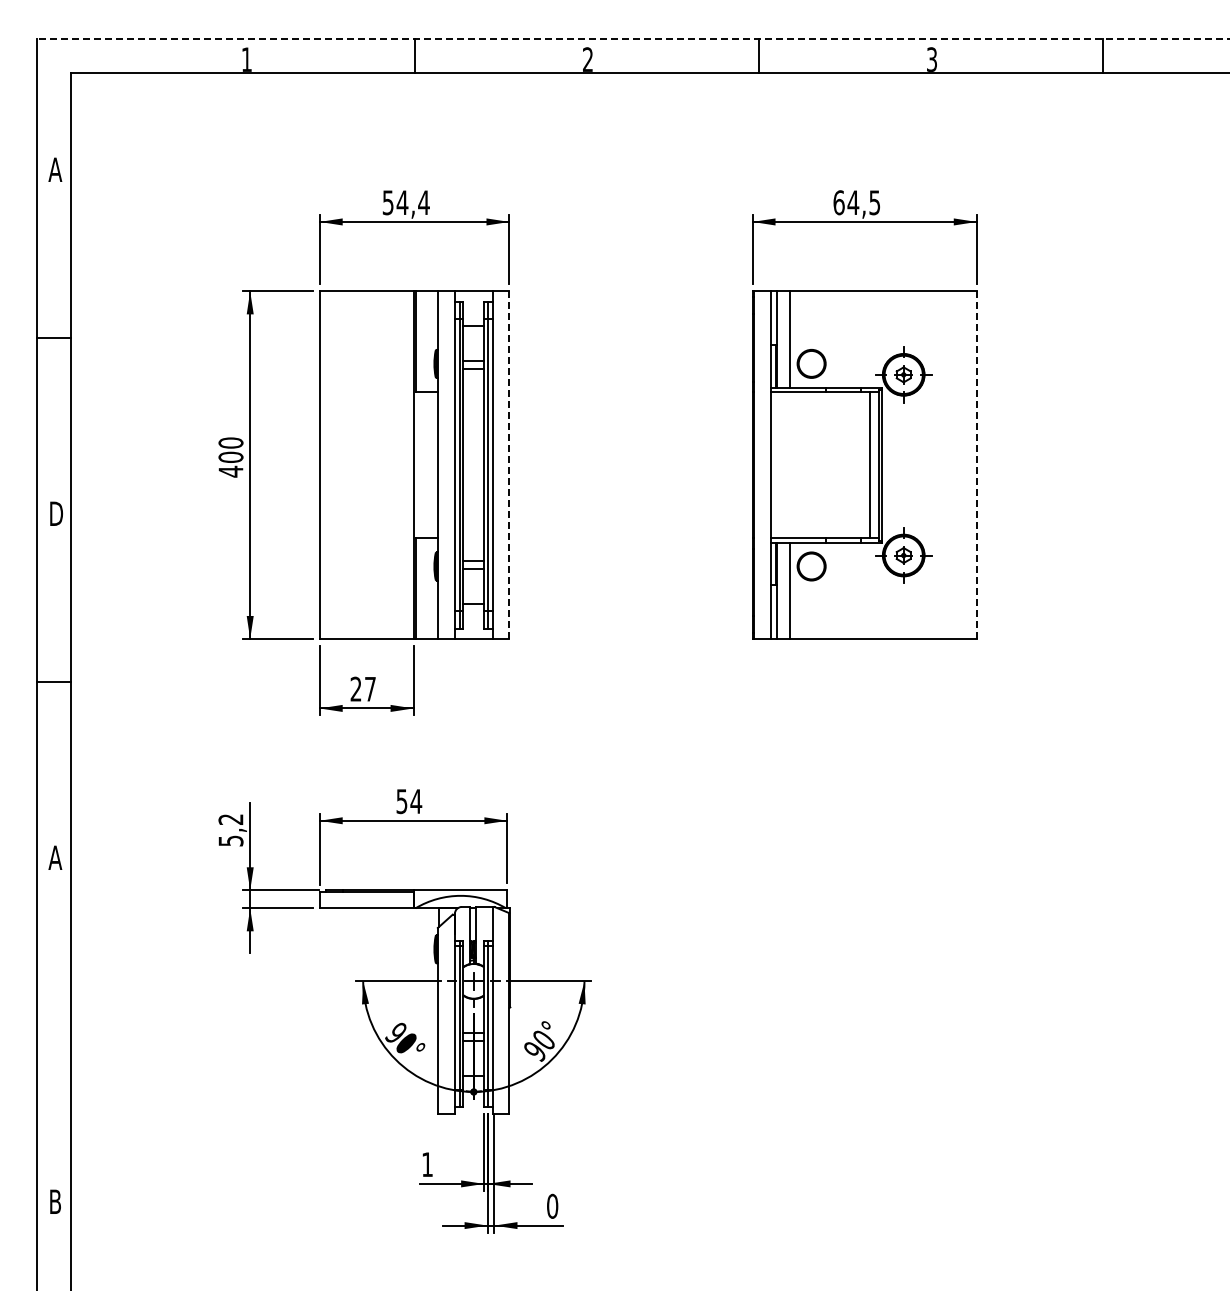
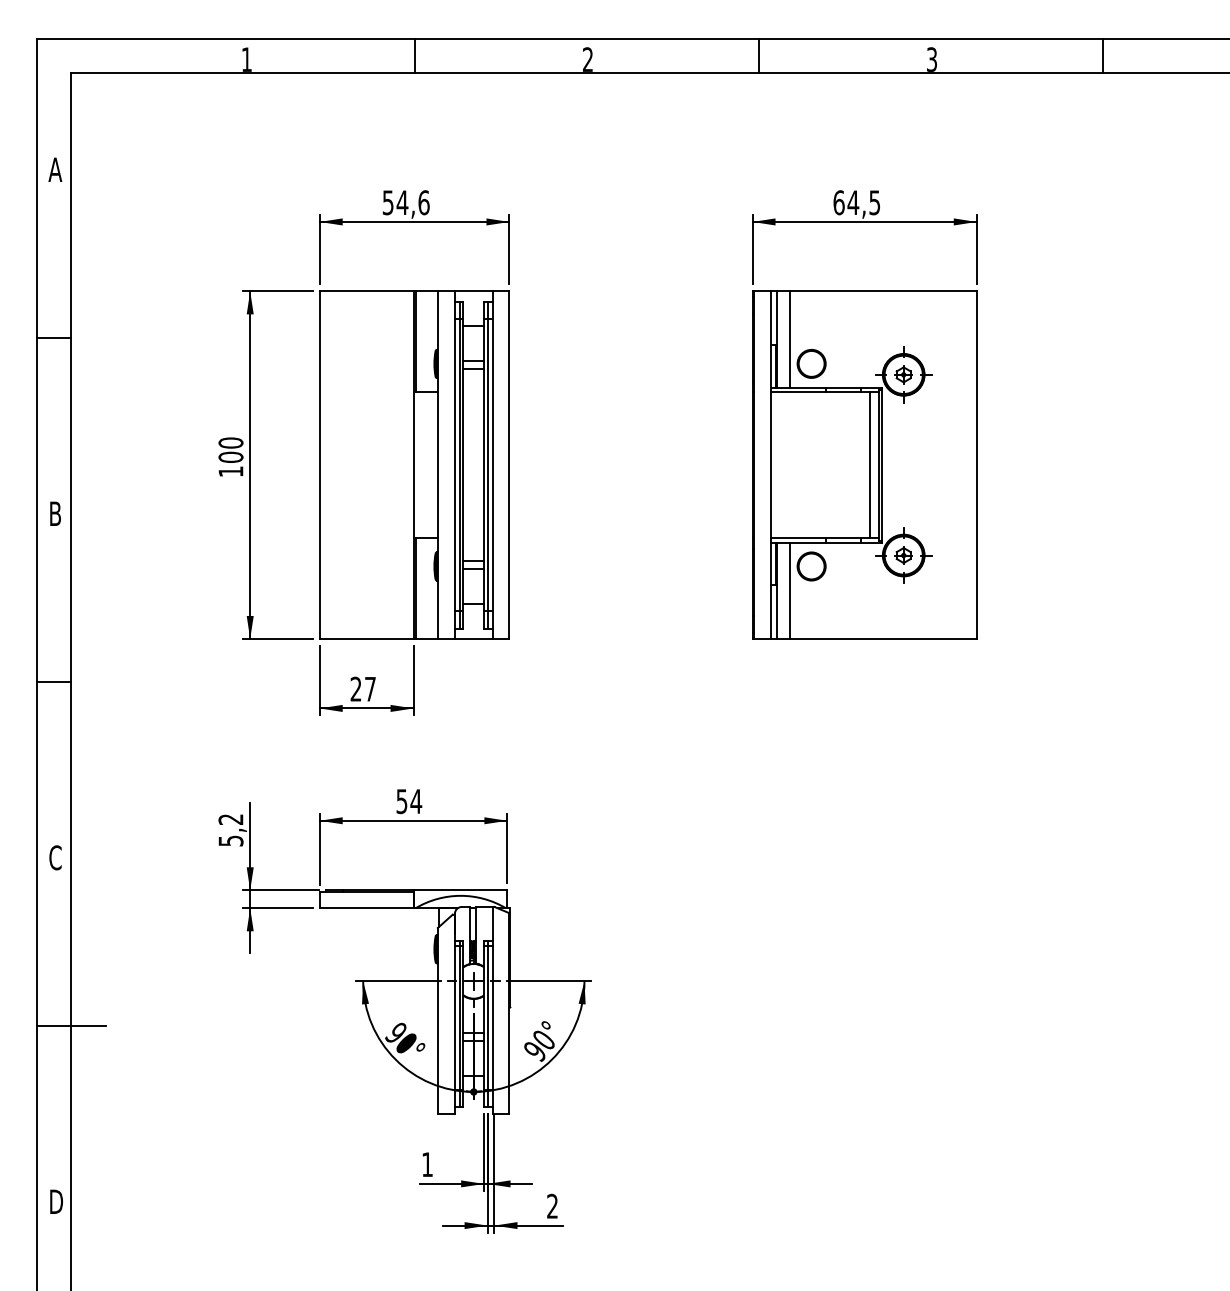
line at (632, 38): dashed -> solid
text at (423, 202): 54,4 -> 54,6
line at (509, 465): dashed -> solid
line at (976, 465): dashed -> solid
text at (230, 471): 400 -> 100
text at (57, 513): D -> B
text at (55, 857): A -> C
line at (70, 1026): none -> present
text at (57, 1201): B -> D
text at (552, 1205): 0 -> 2
